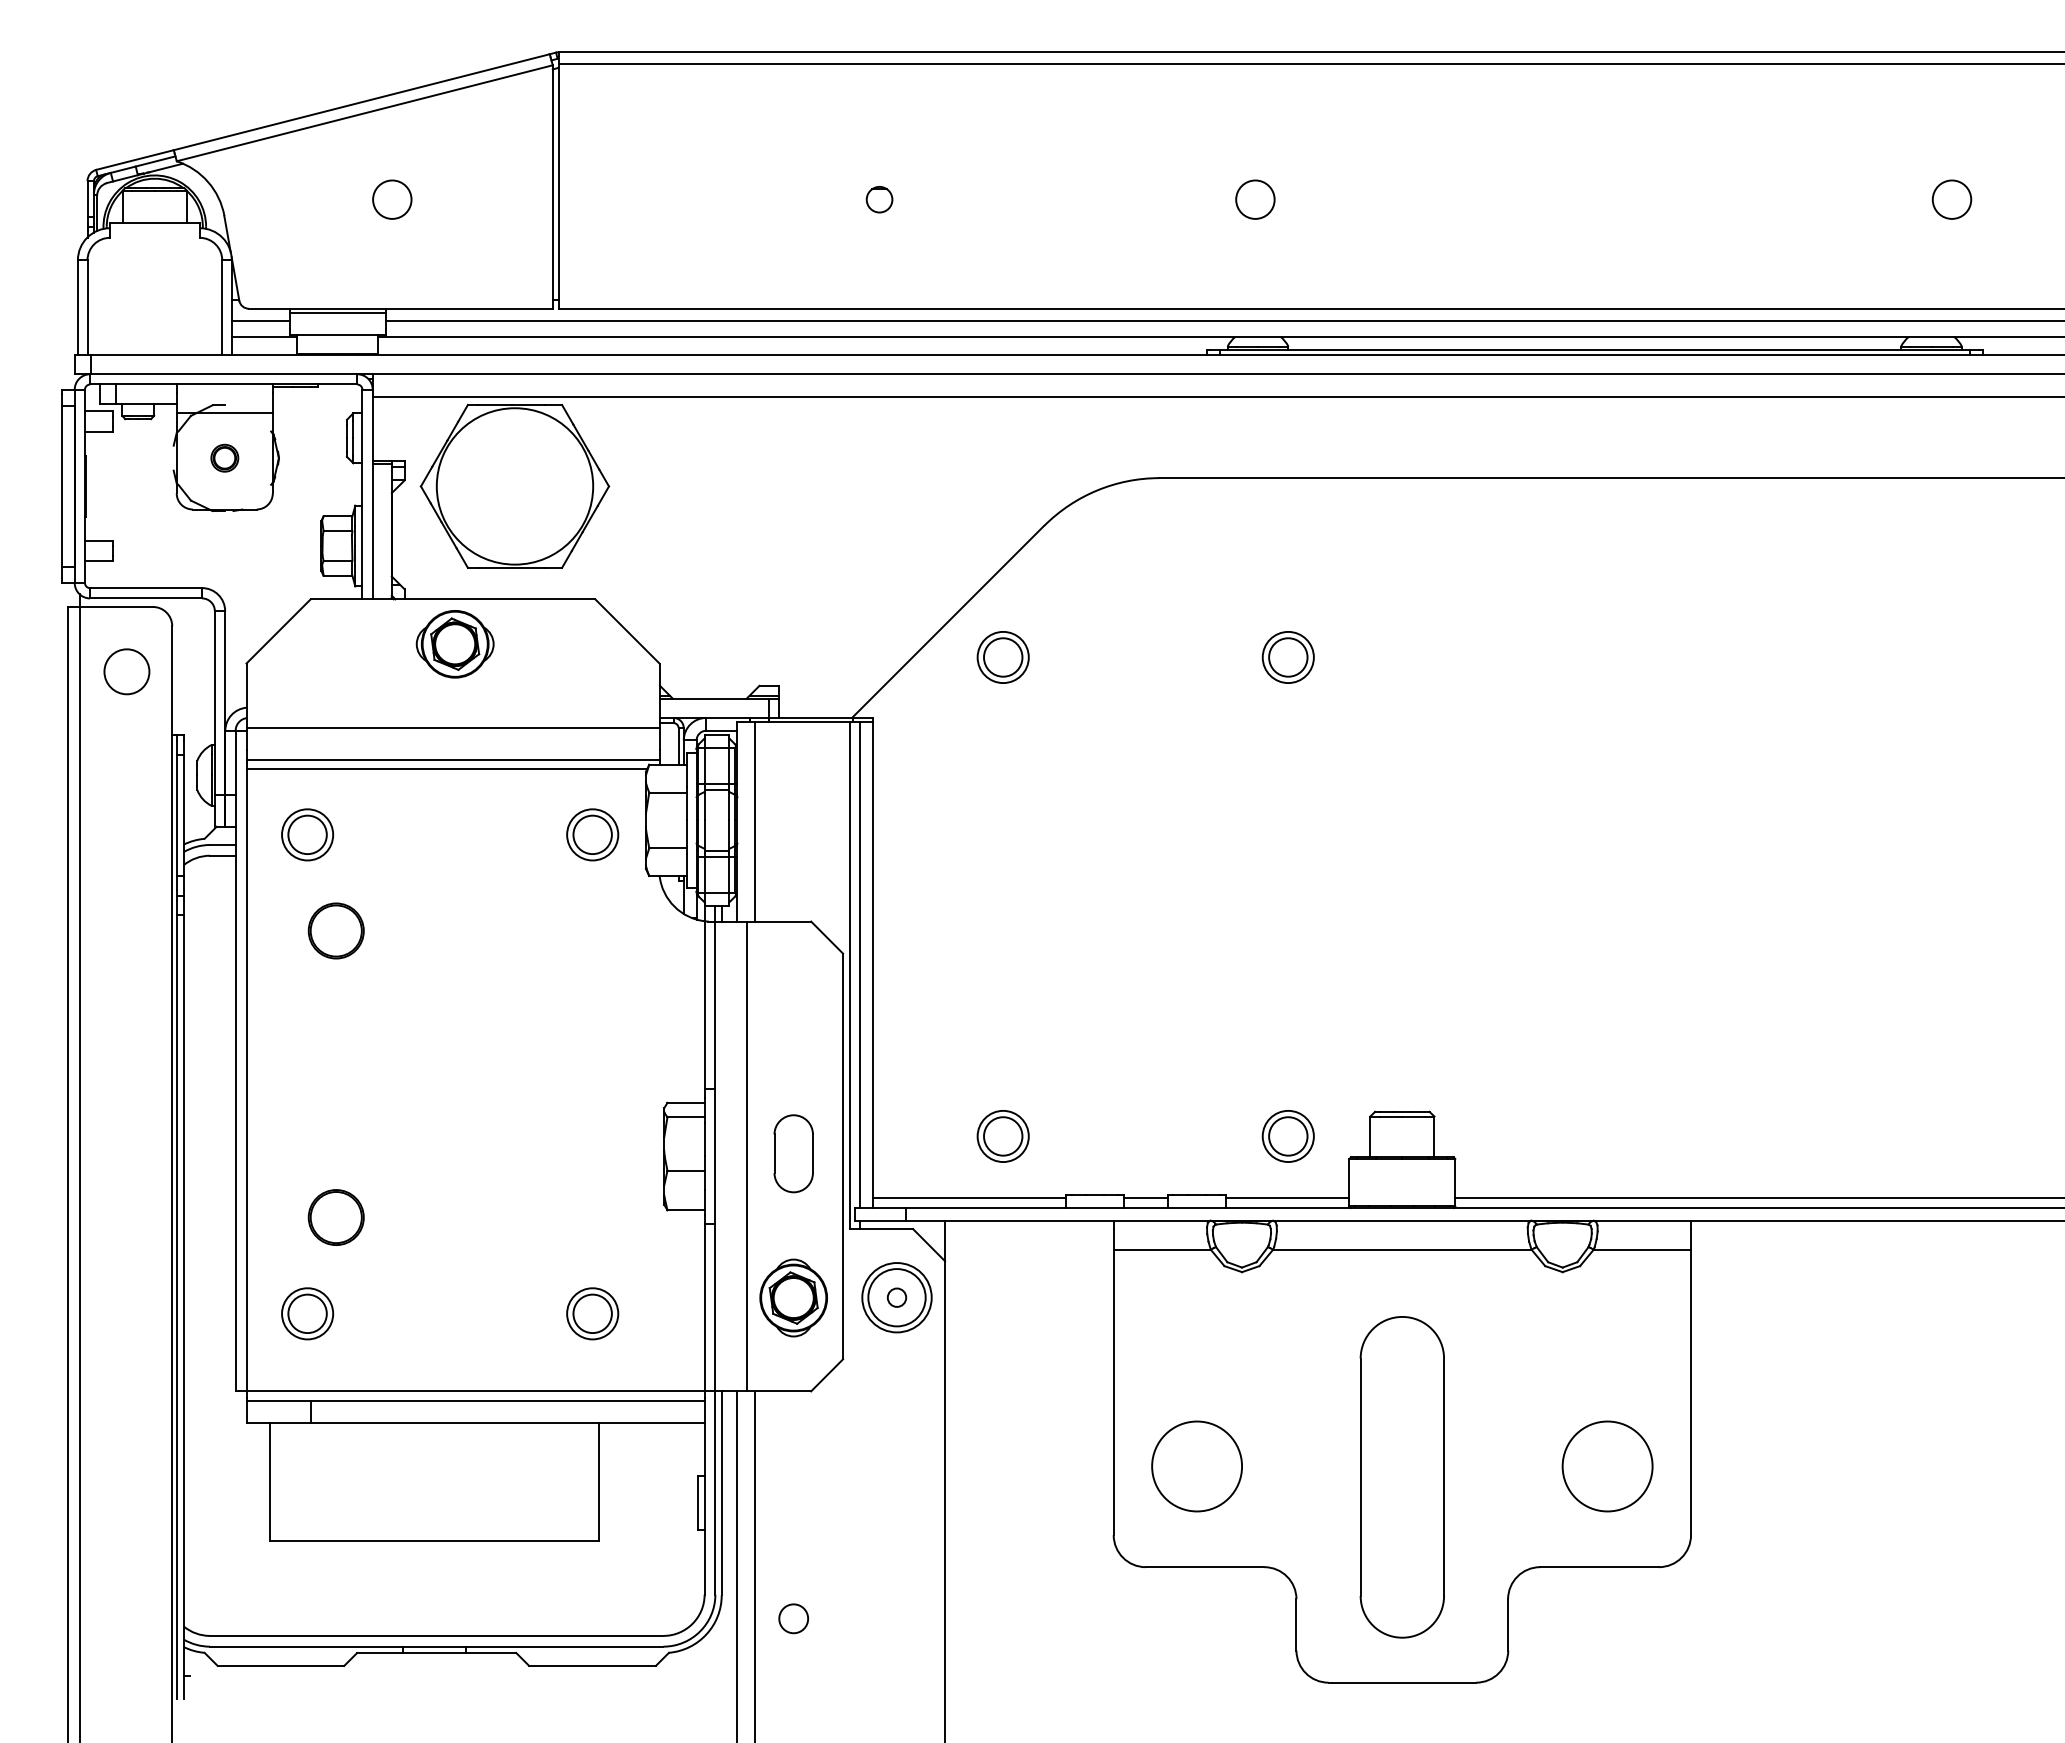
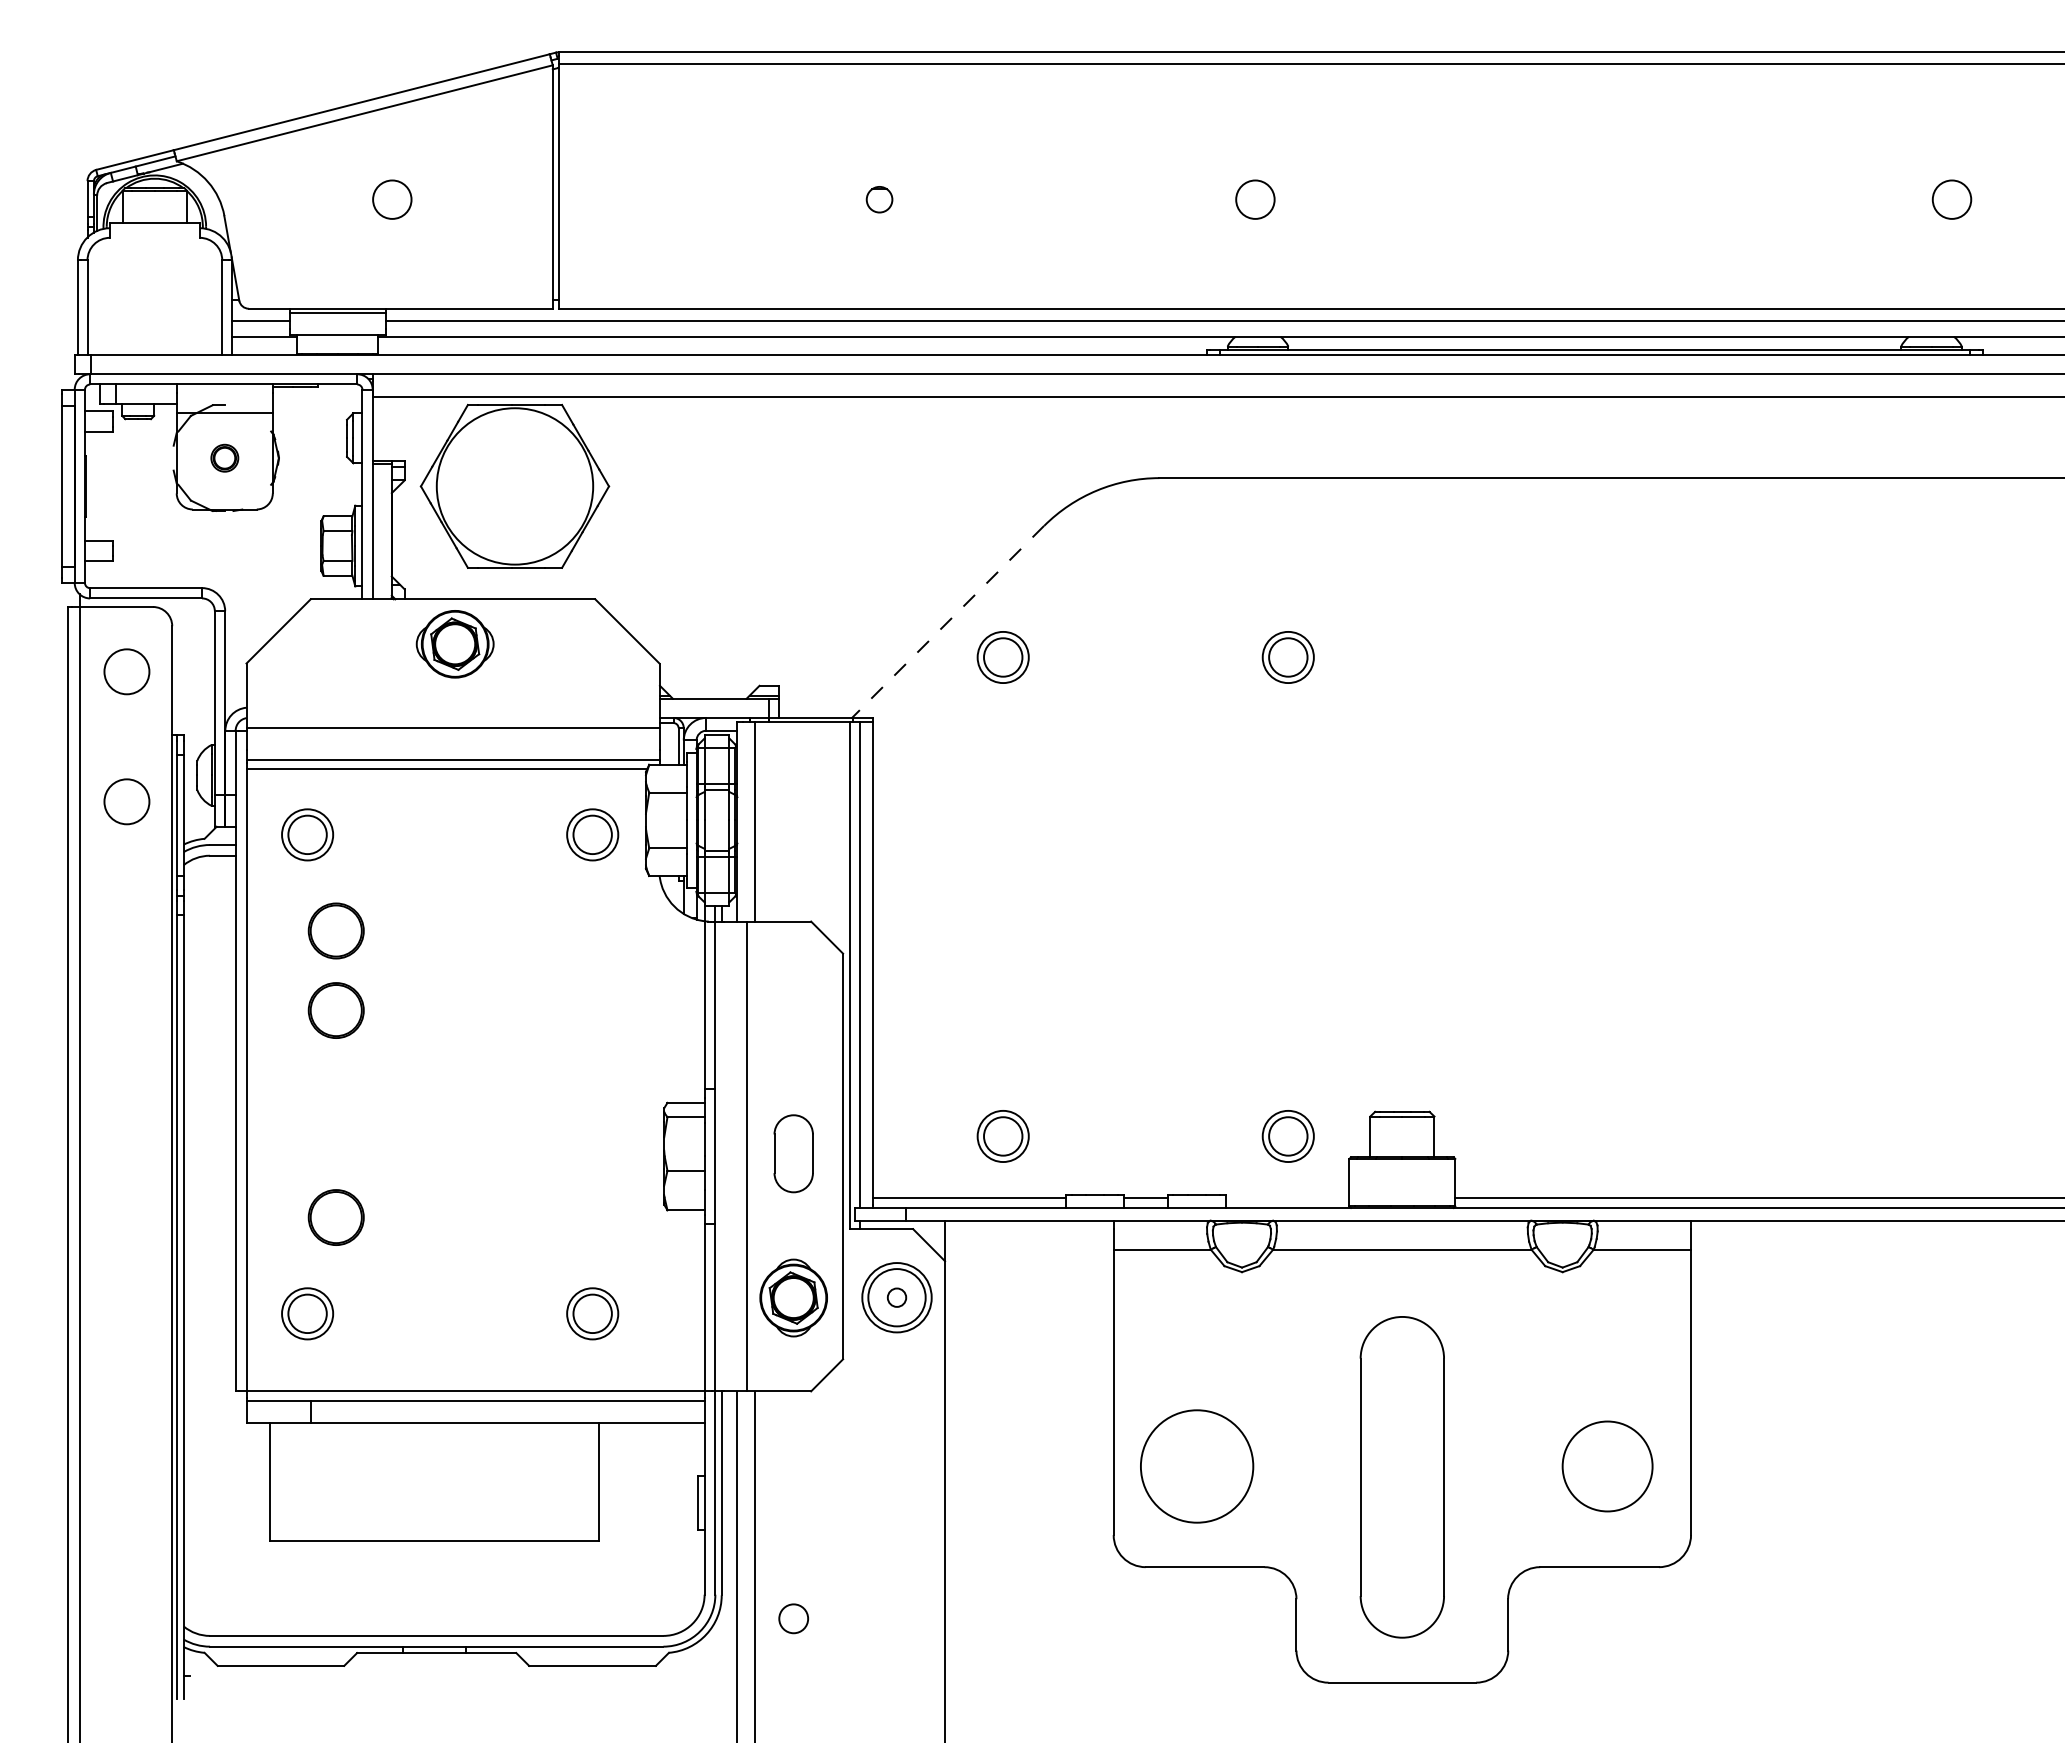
line at (948, 621): solid -> dashed
circle at (126, 801): none -> present
part at (335, 1010): none -> present
line at (1287, 1198): present -> none
circle at (1197, 1466) diameter: 90 px -> 112 px
